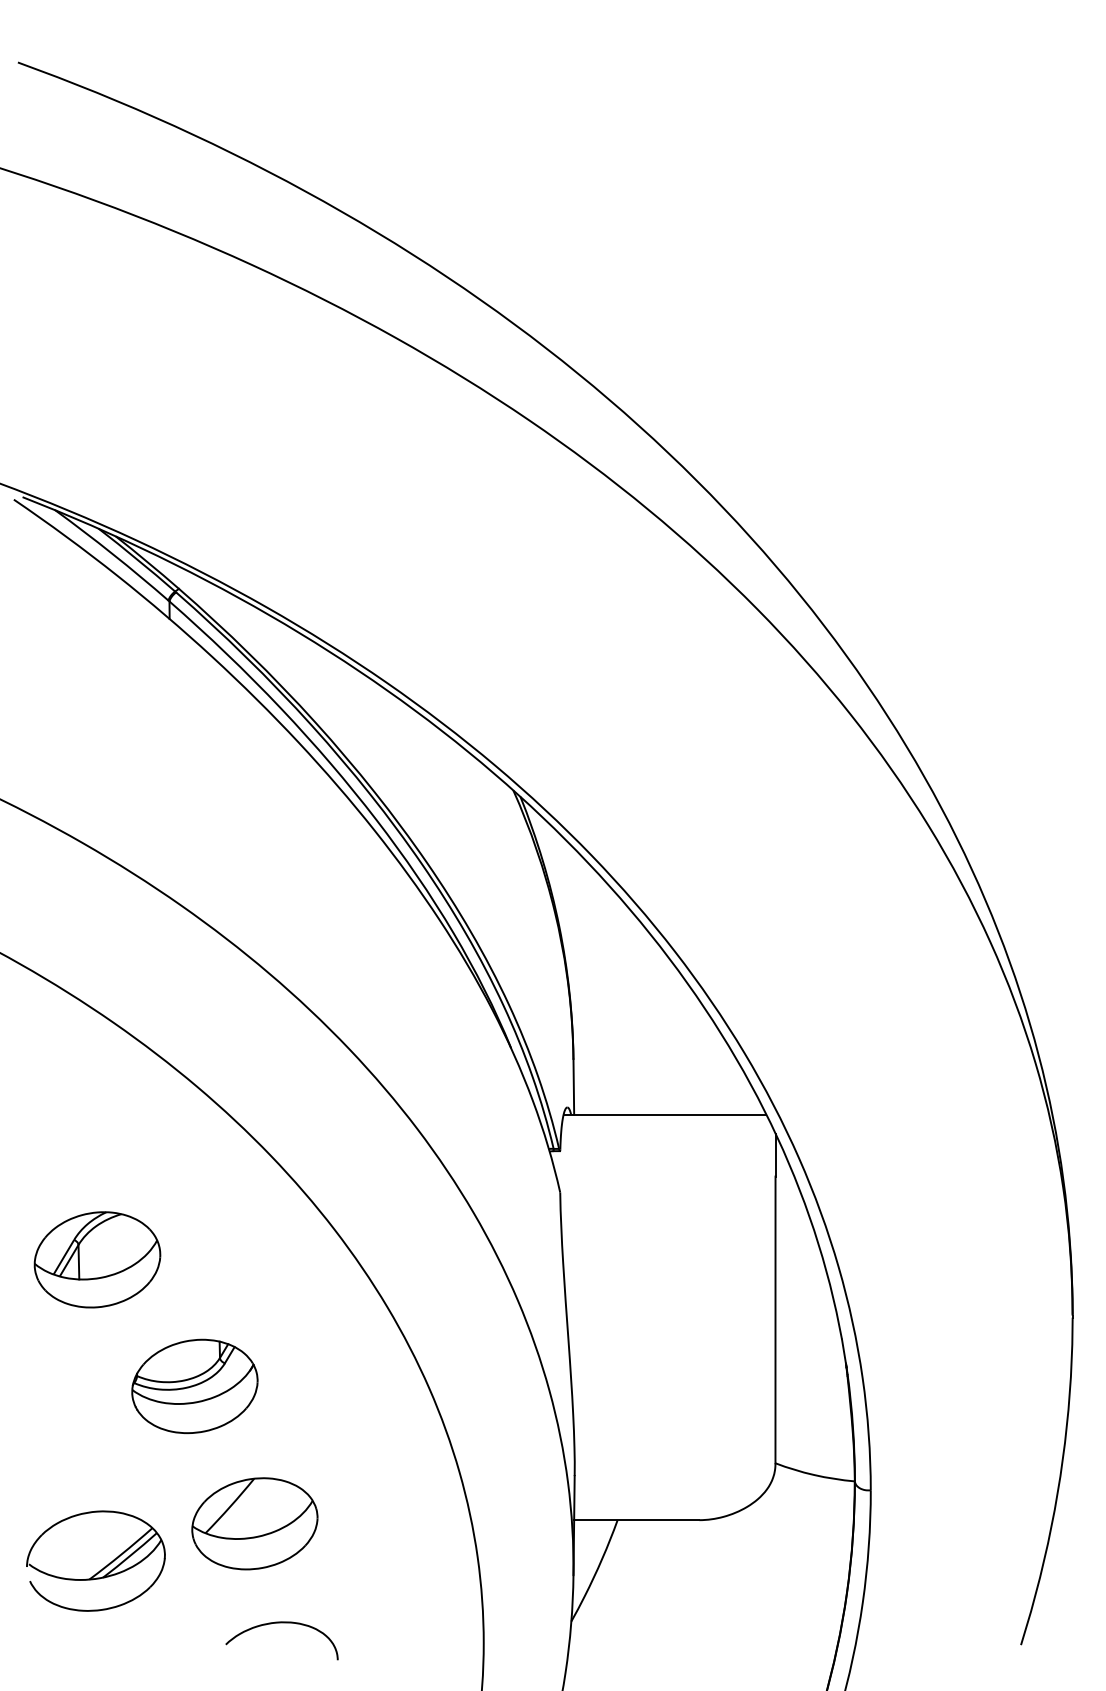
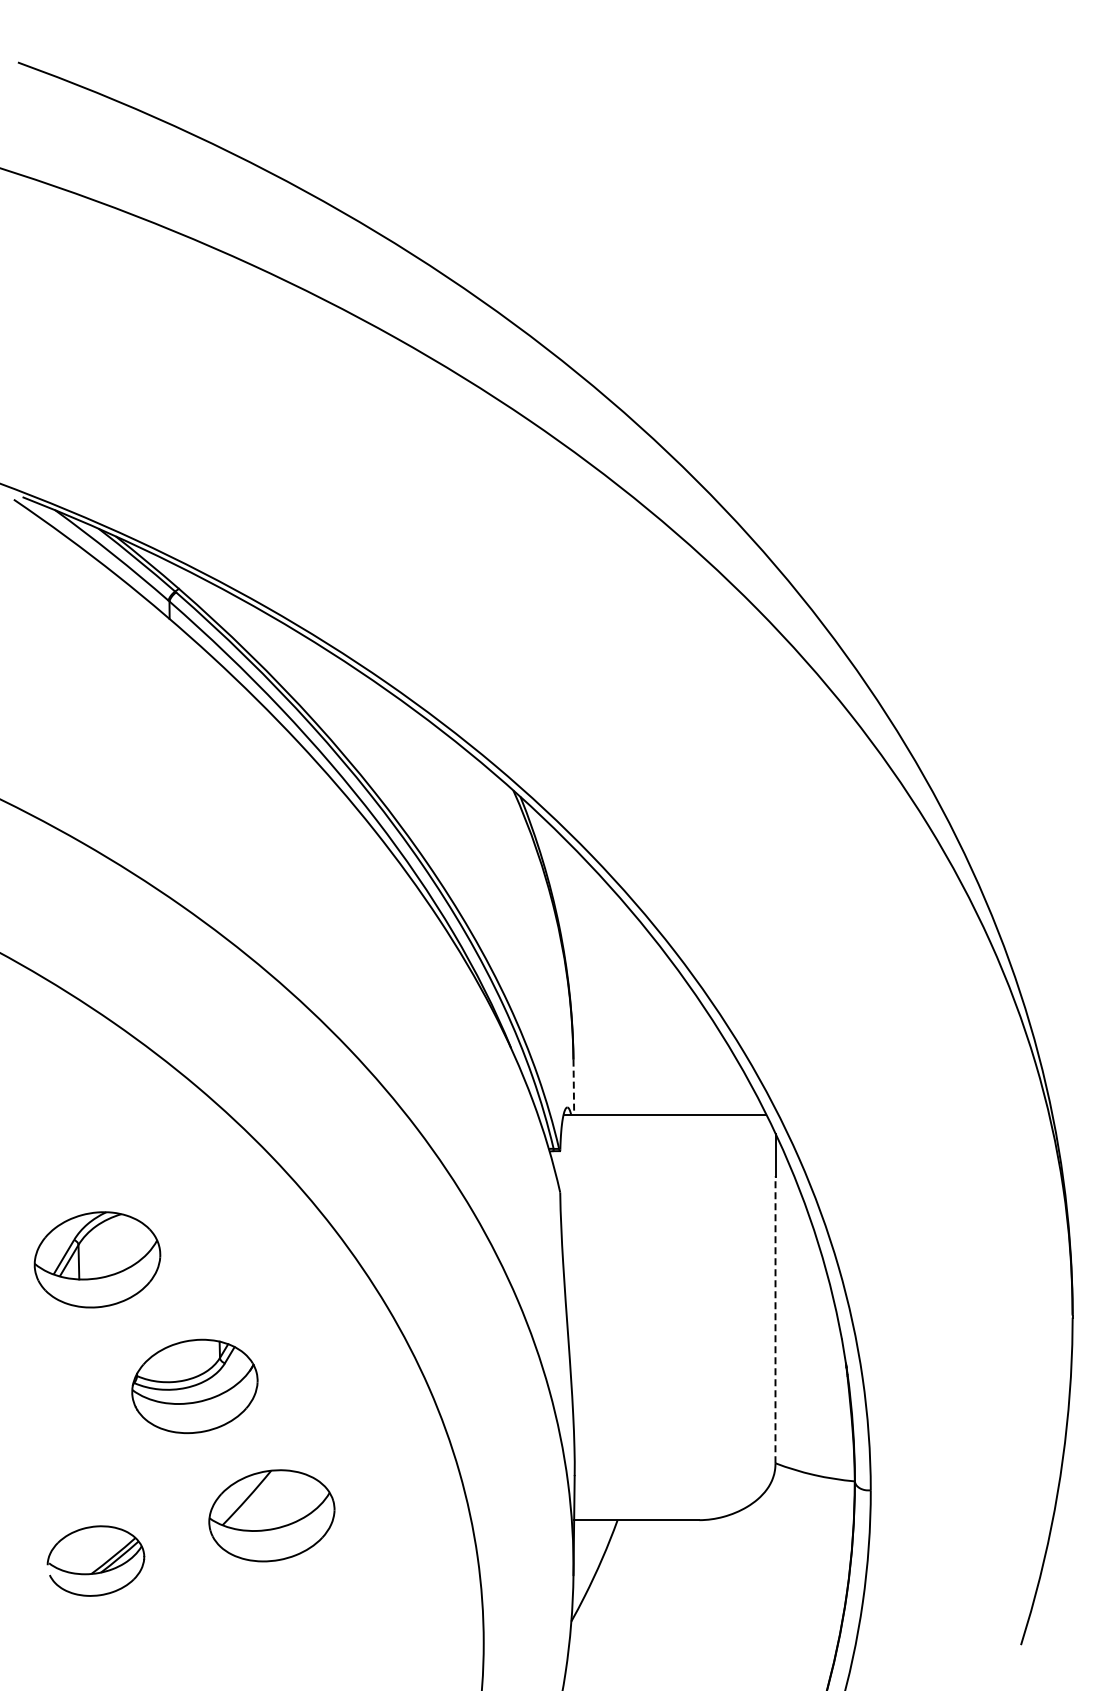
line at (573, 1087): solid -> dashed
line at (775, 1319): solid -> dashed
part at (254, 1523) position: (254, 1523) -> (271, 1515)
part at (95, 1560) size: 140x102 px -> 100x72 px
curve at (281, 1623): present -> none
